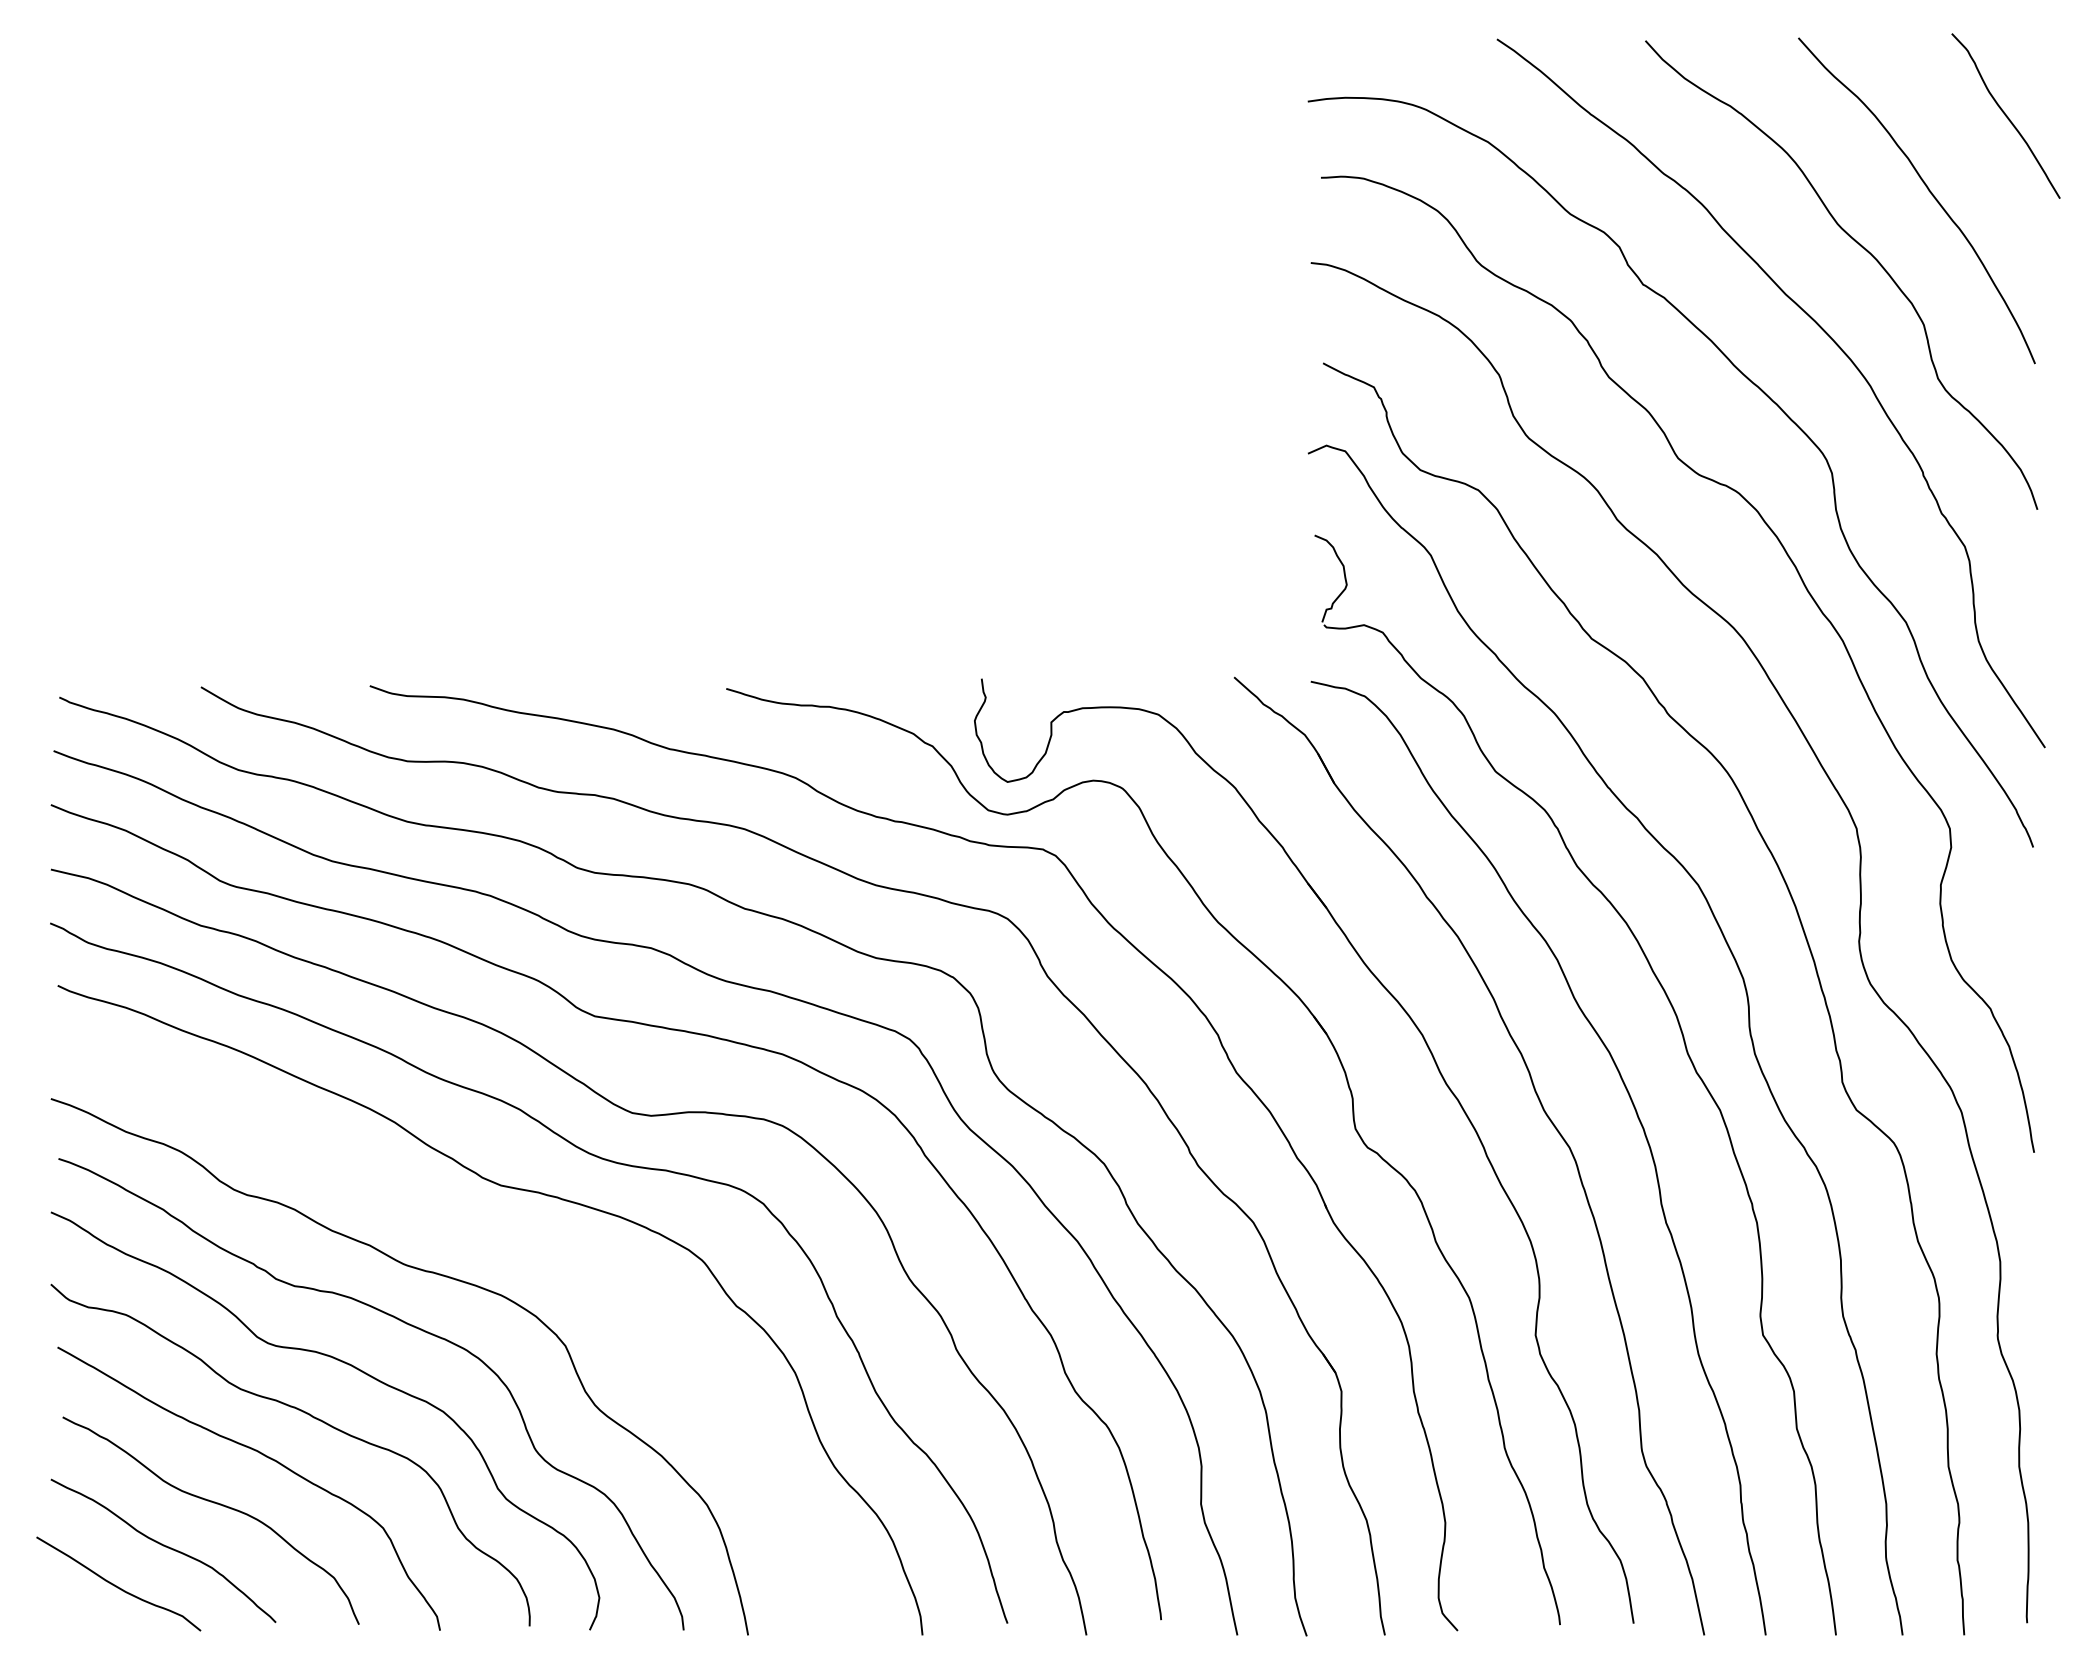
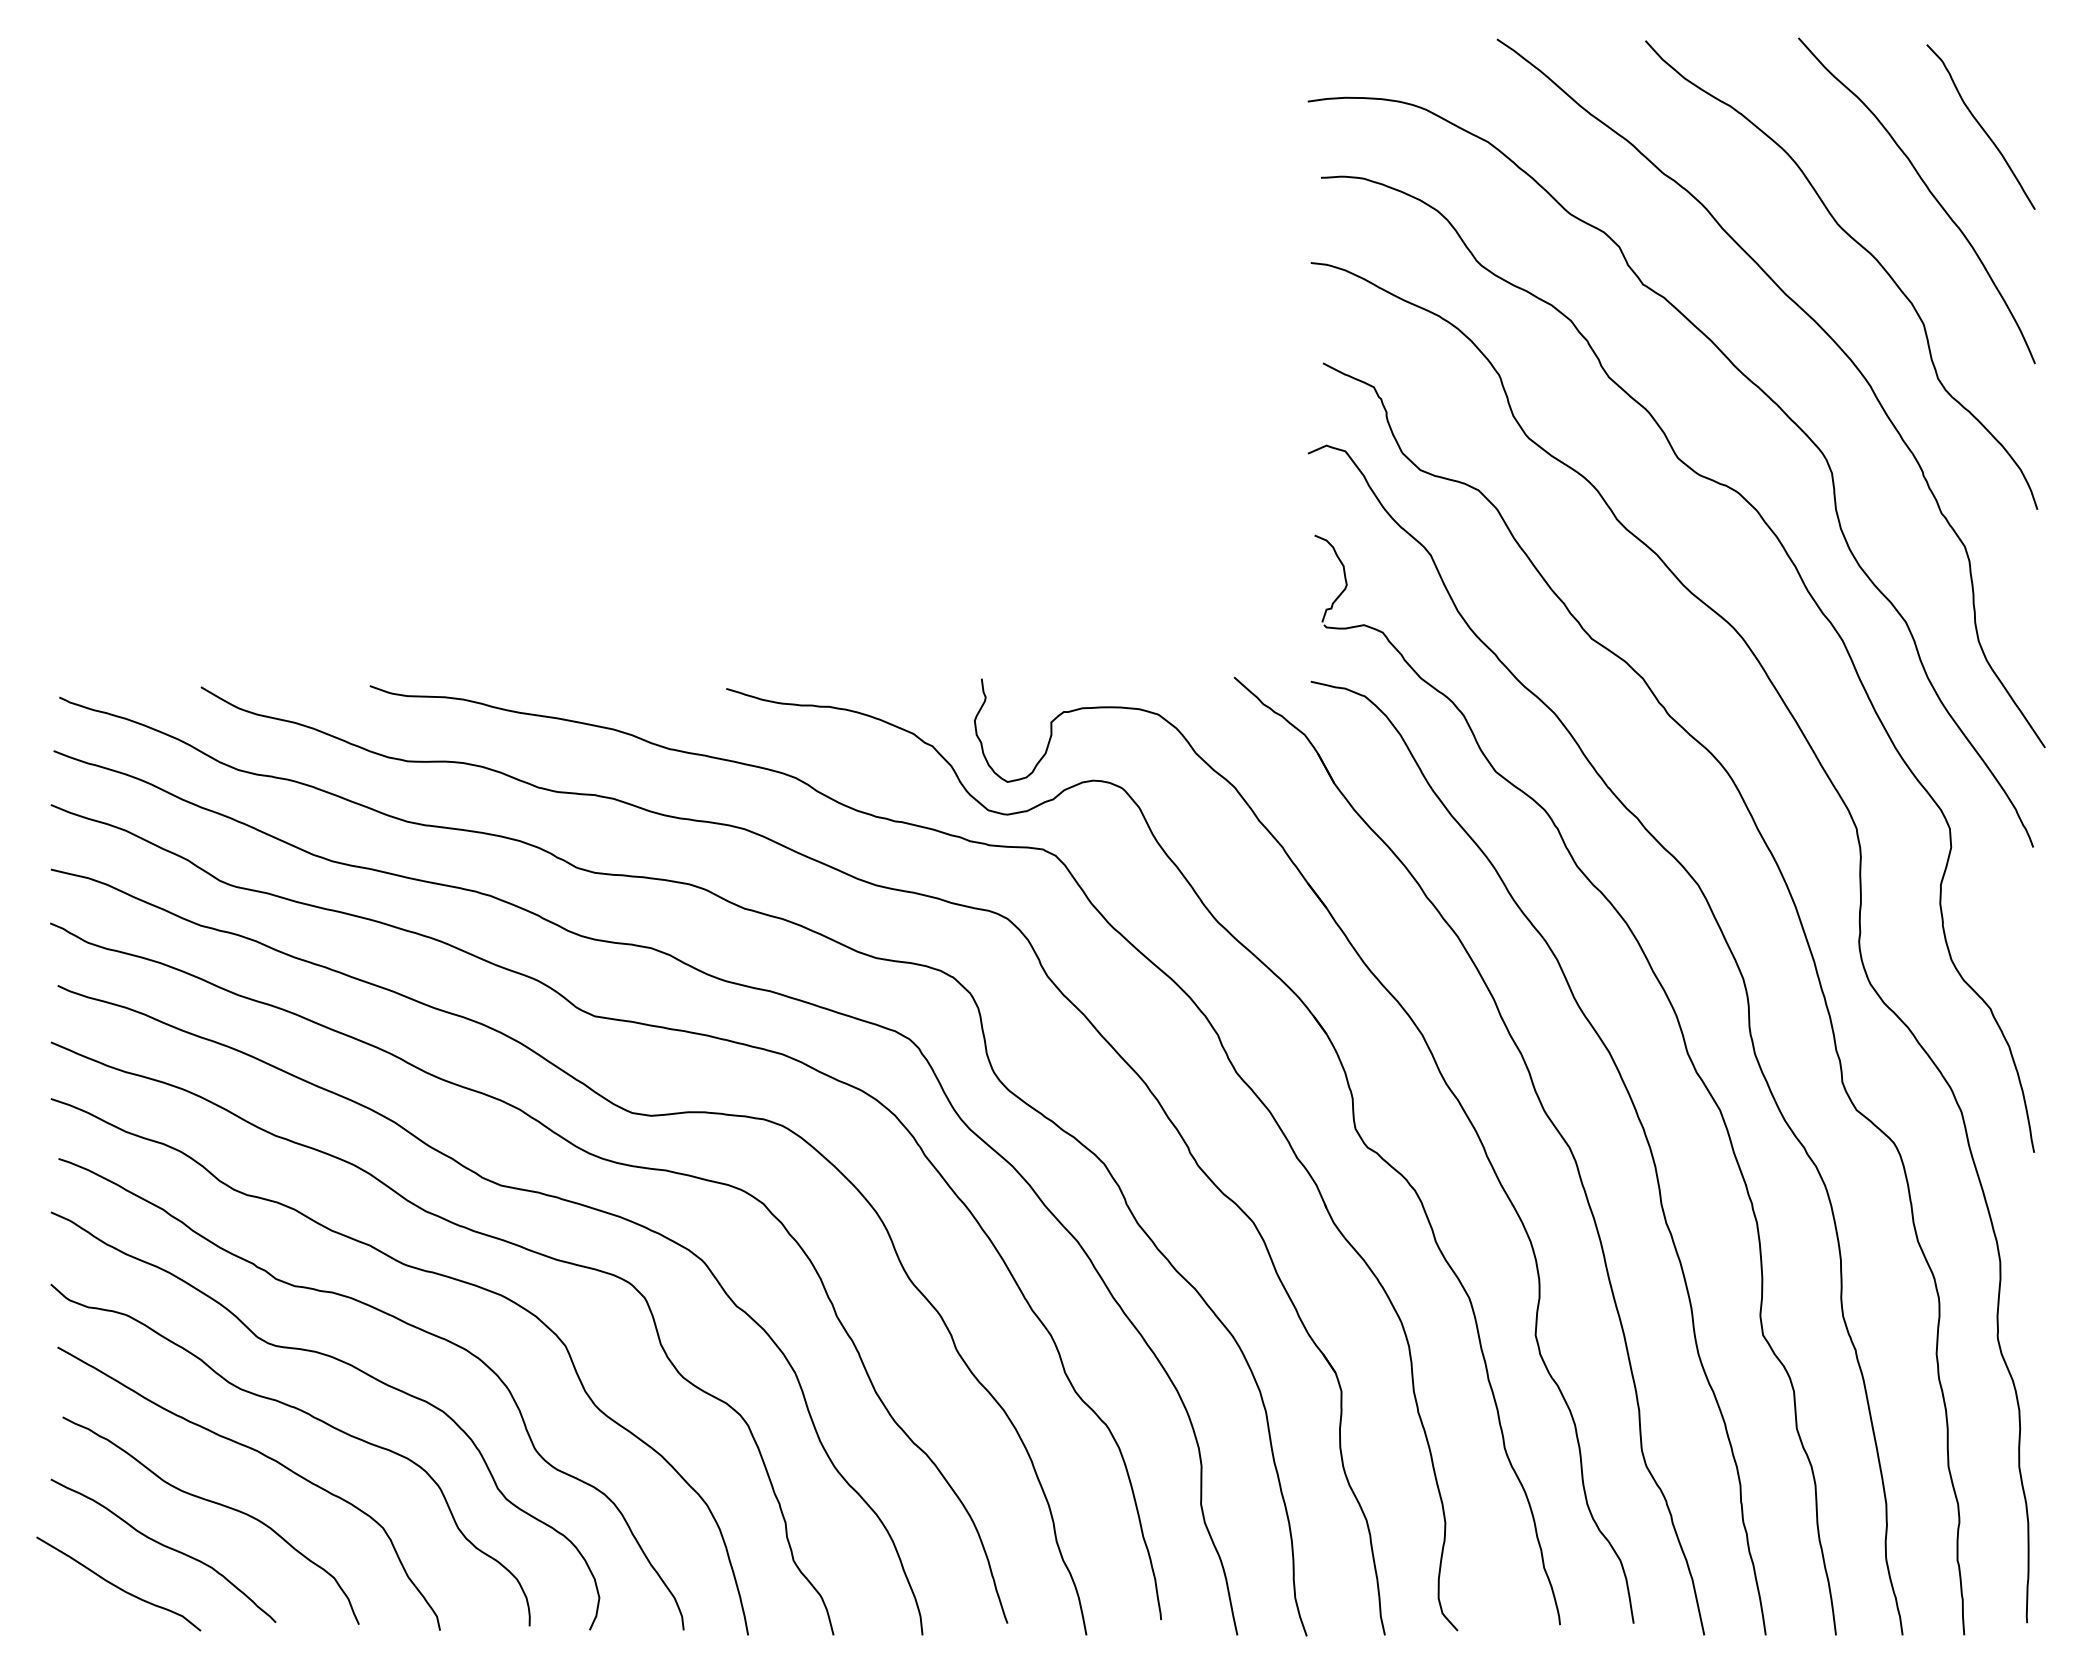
curve at (2005, 115) position: (2005, 115) -> (1980, 126)
curve at (477, 1233): none -> present
